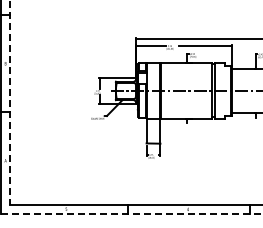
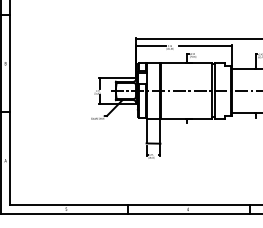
line at (10, 103): dashed -> solid
line at (131, 214): dashed -> solid
